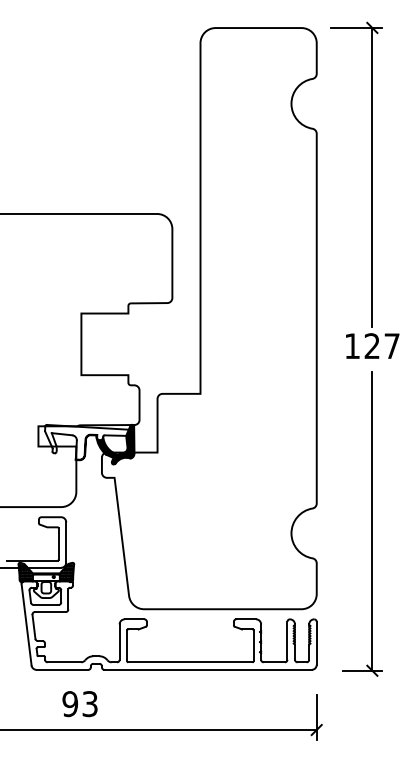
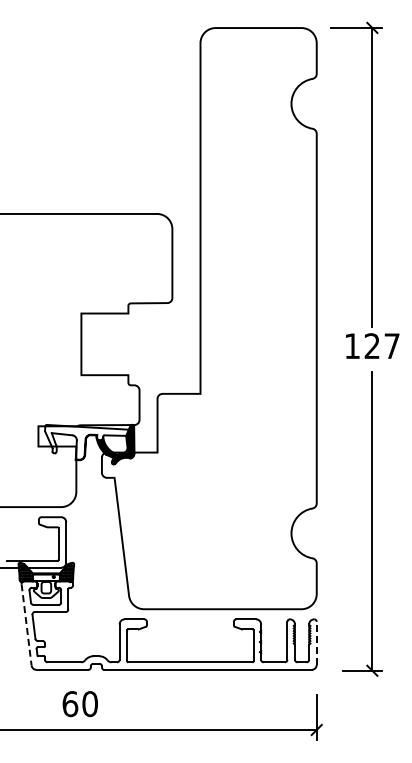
line at (26, 624): solid -> dashed
line at (316, 642): solid -> dashed
text at (79, 704): 93 -> 60
